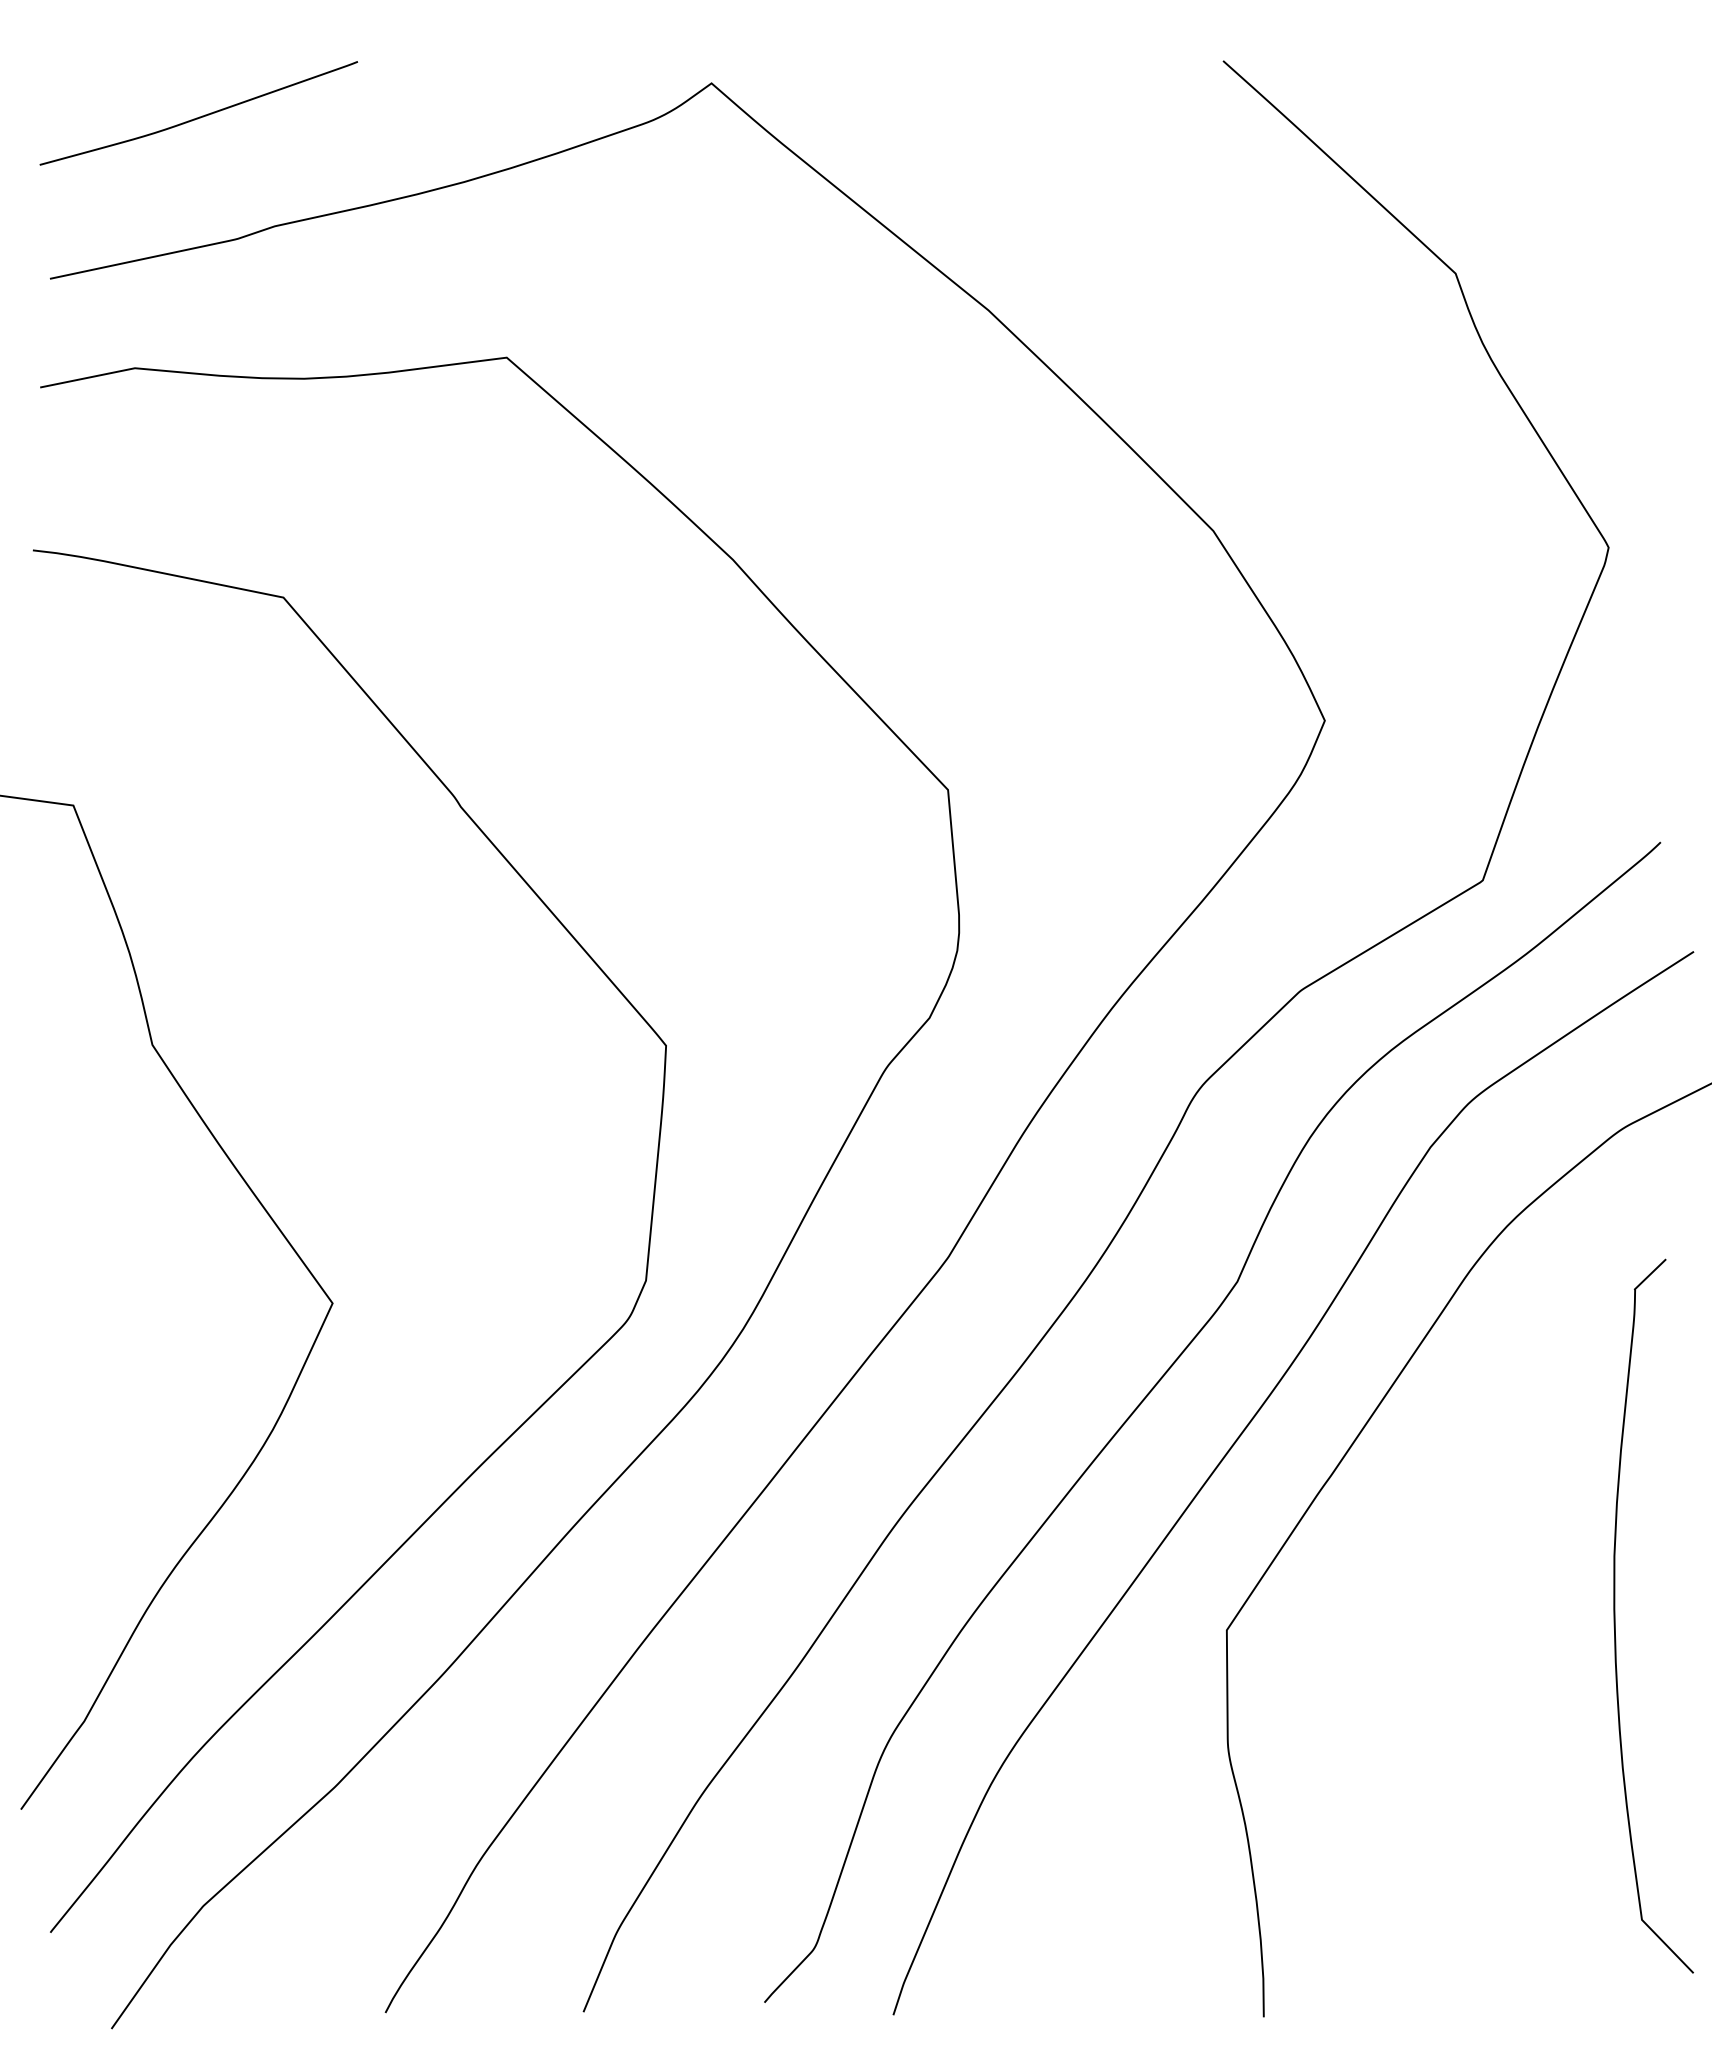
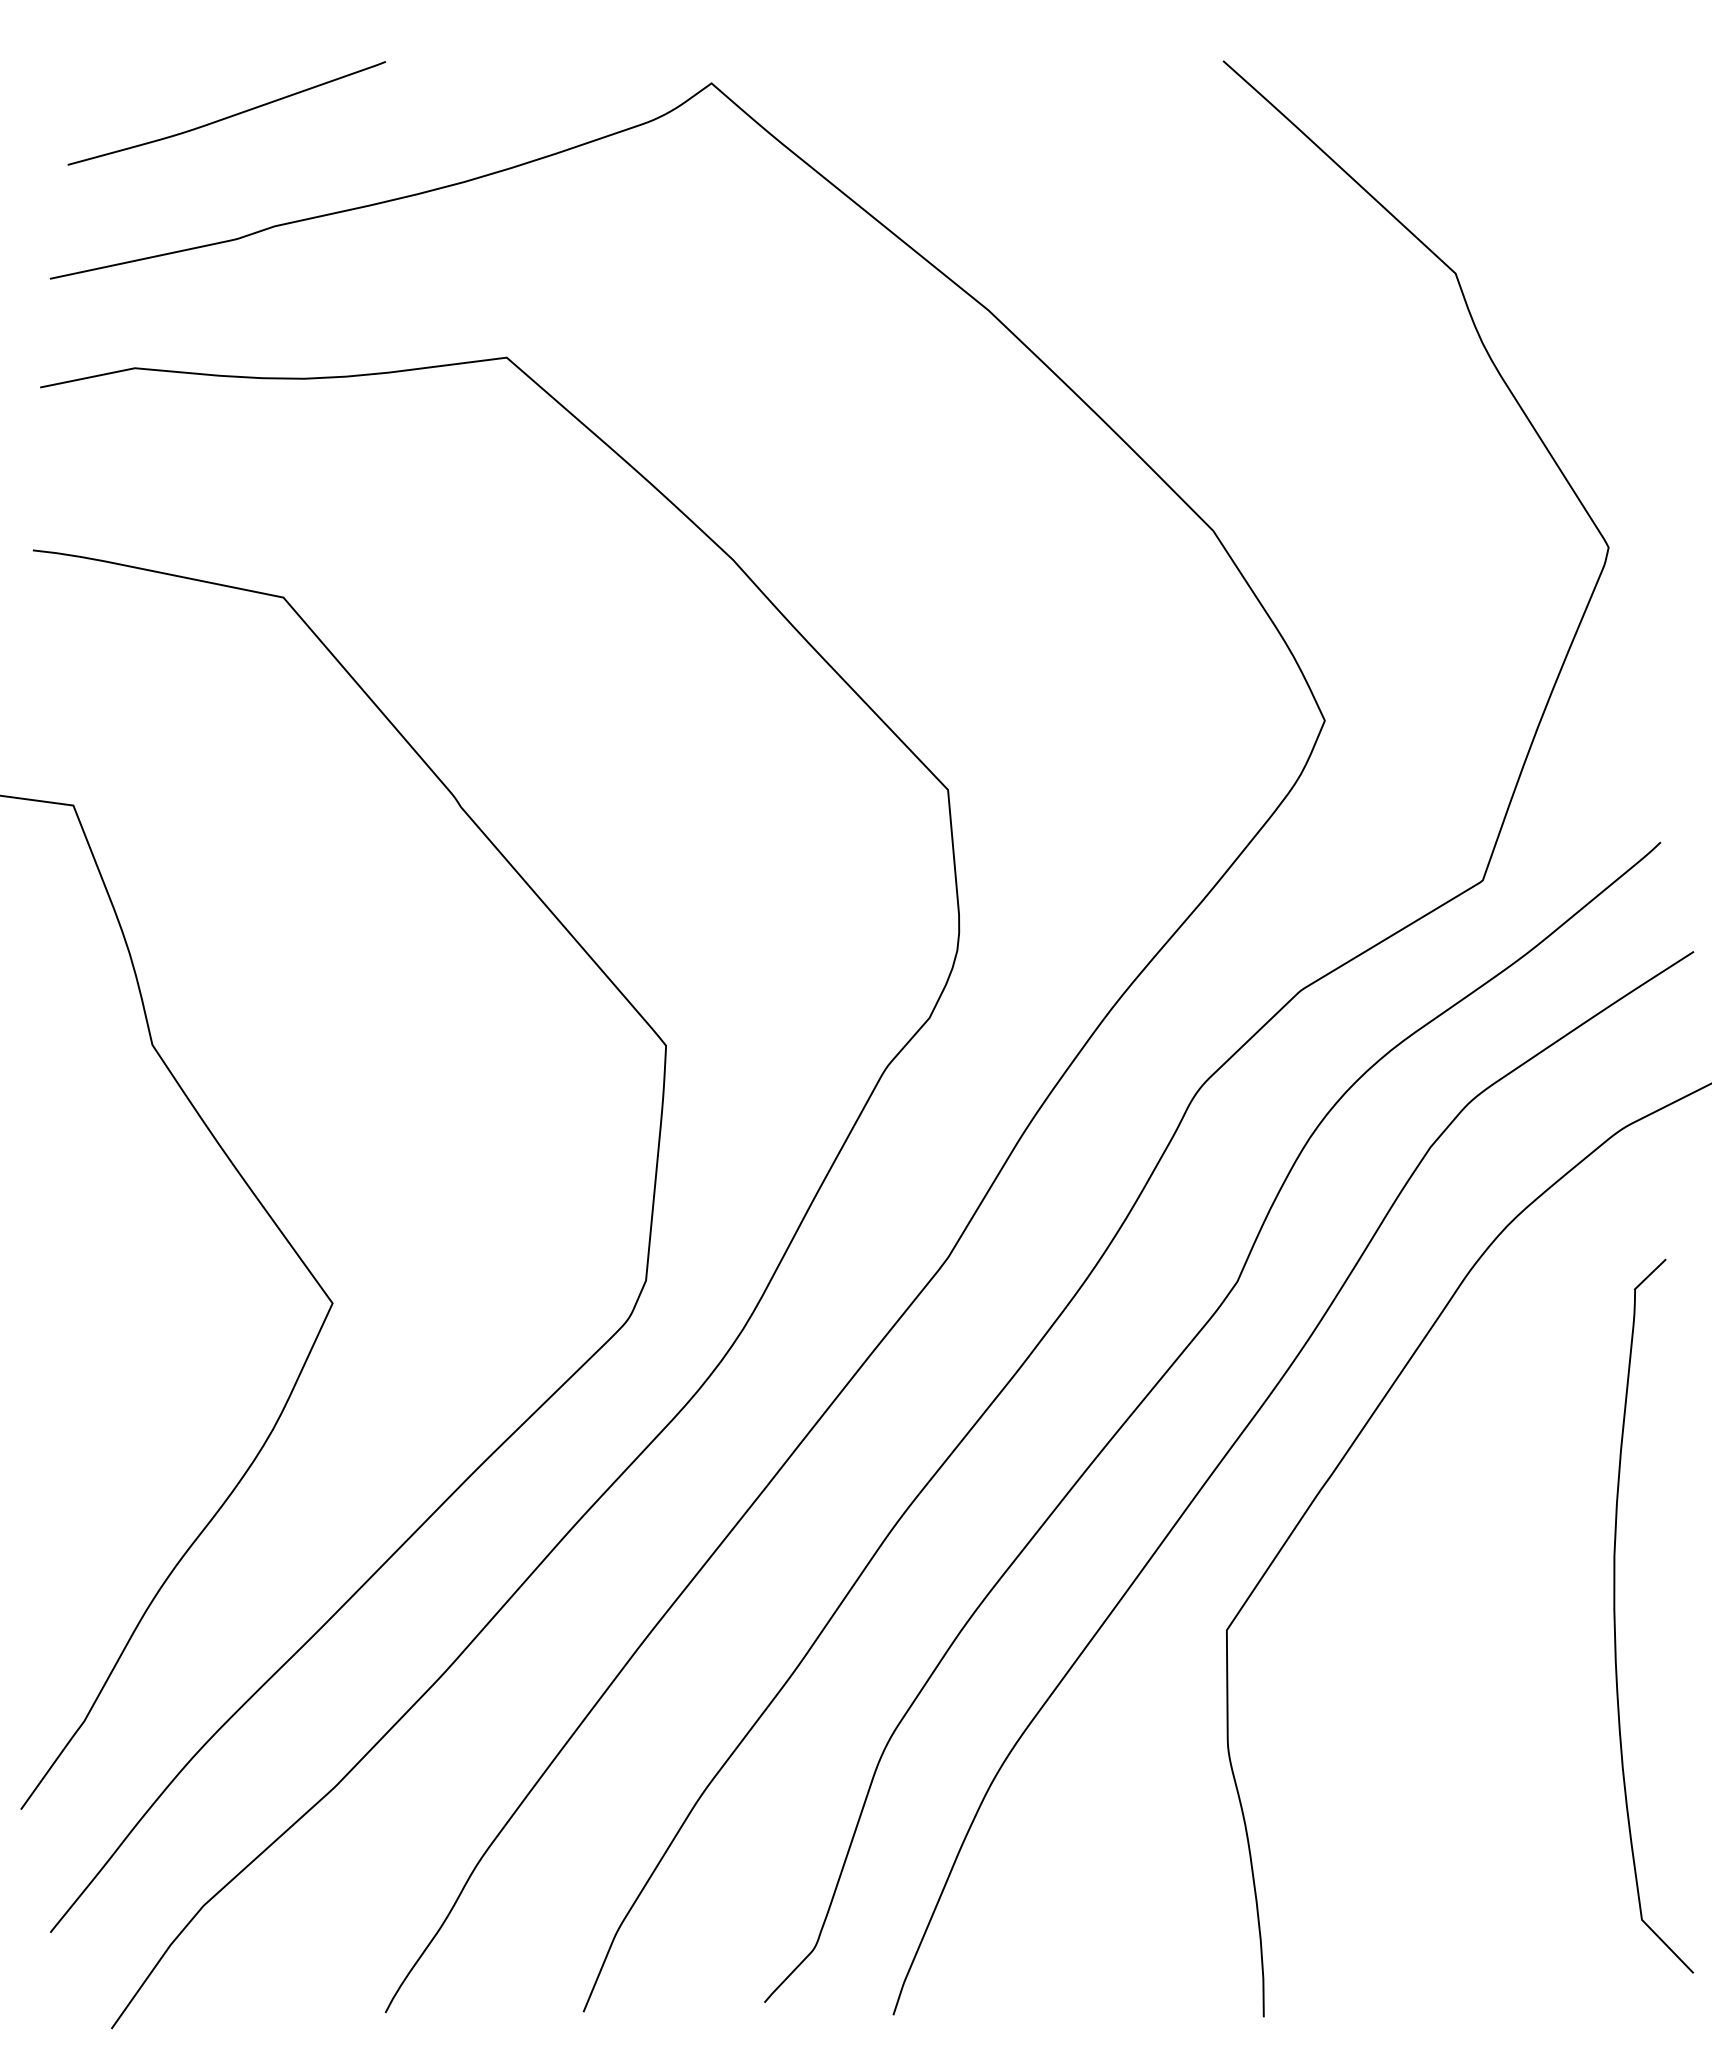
curve at (199, 116) position: (199, 116) -> (227, 116)
